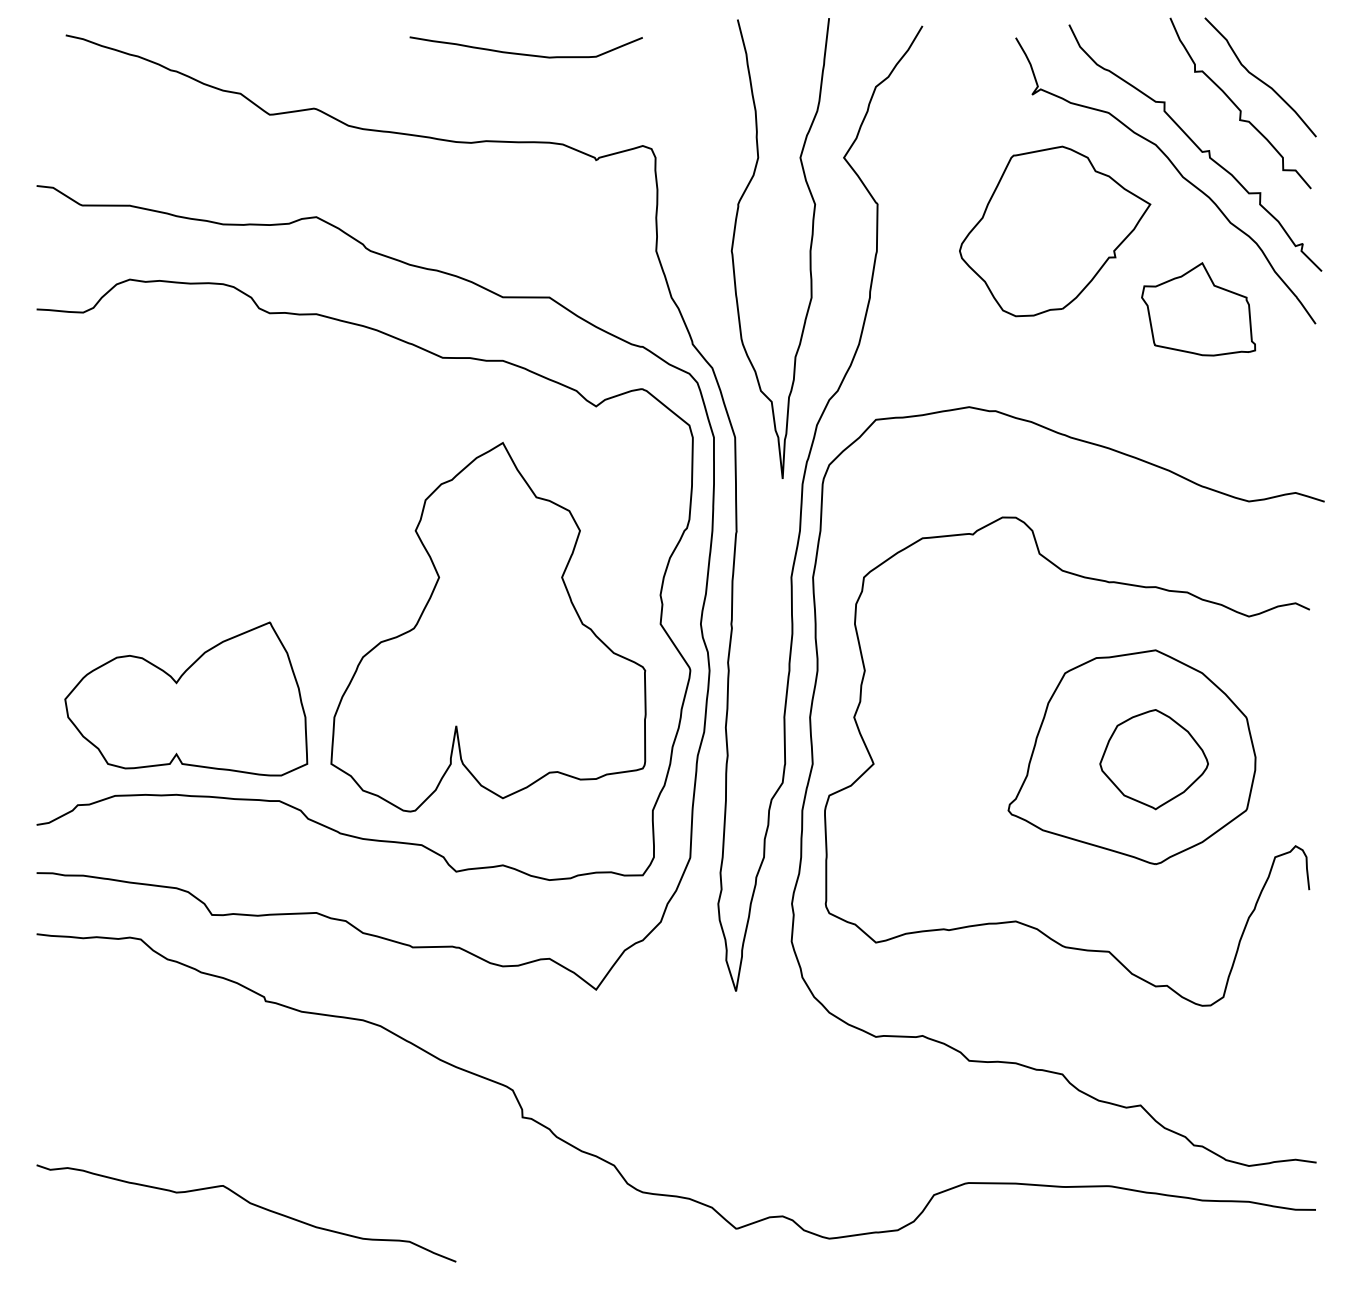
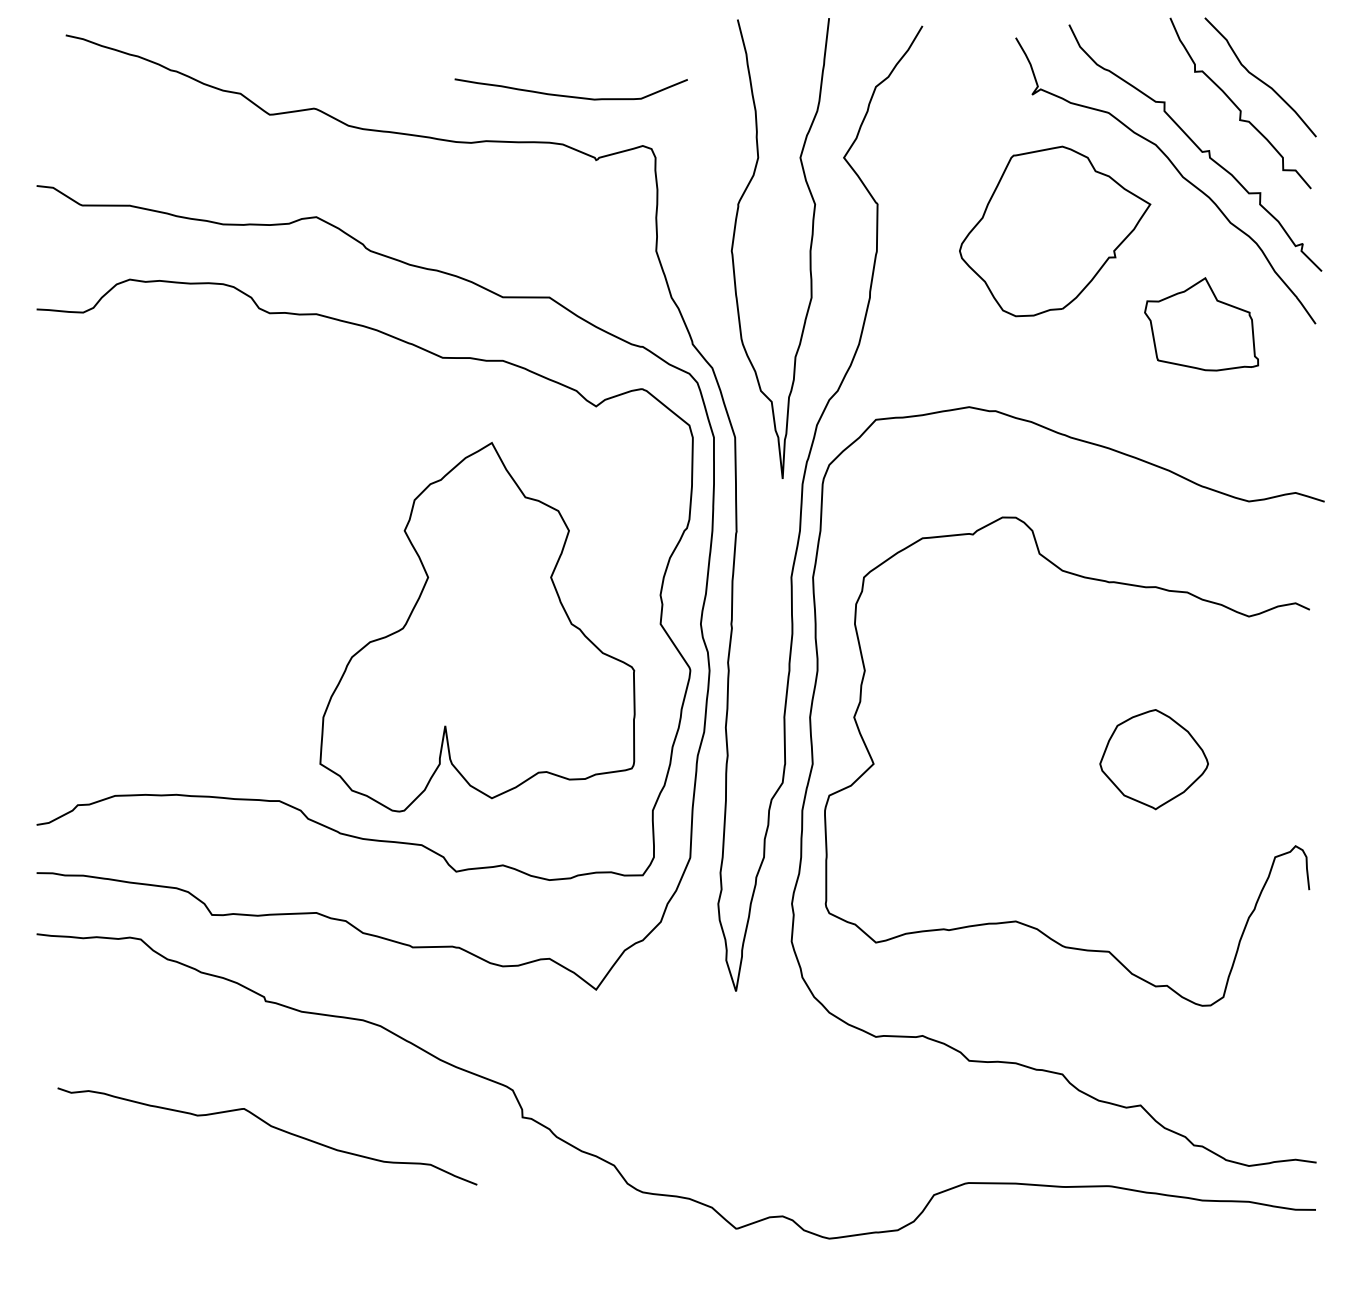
curve at (525, 53) position: (525, 53) -> (570, 95)
part at (1198, 309) position: (1198, 309) -> (1201, 324)
part at (488, 627) position: (488, 627) -> (477, 627)
part at (186, 698): present -> none
part at (1131, 757): present -> none
curve at (250, 1204) position: (250, 1204) -> (271, 1127)
